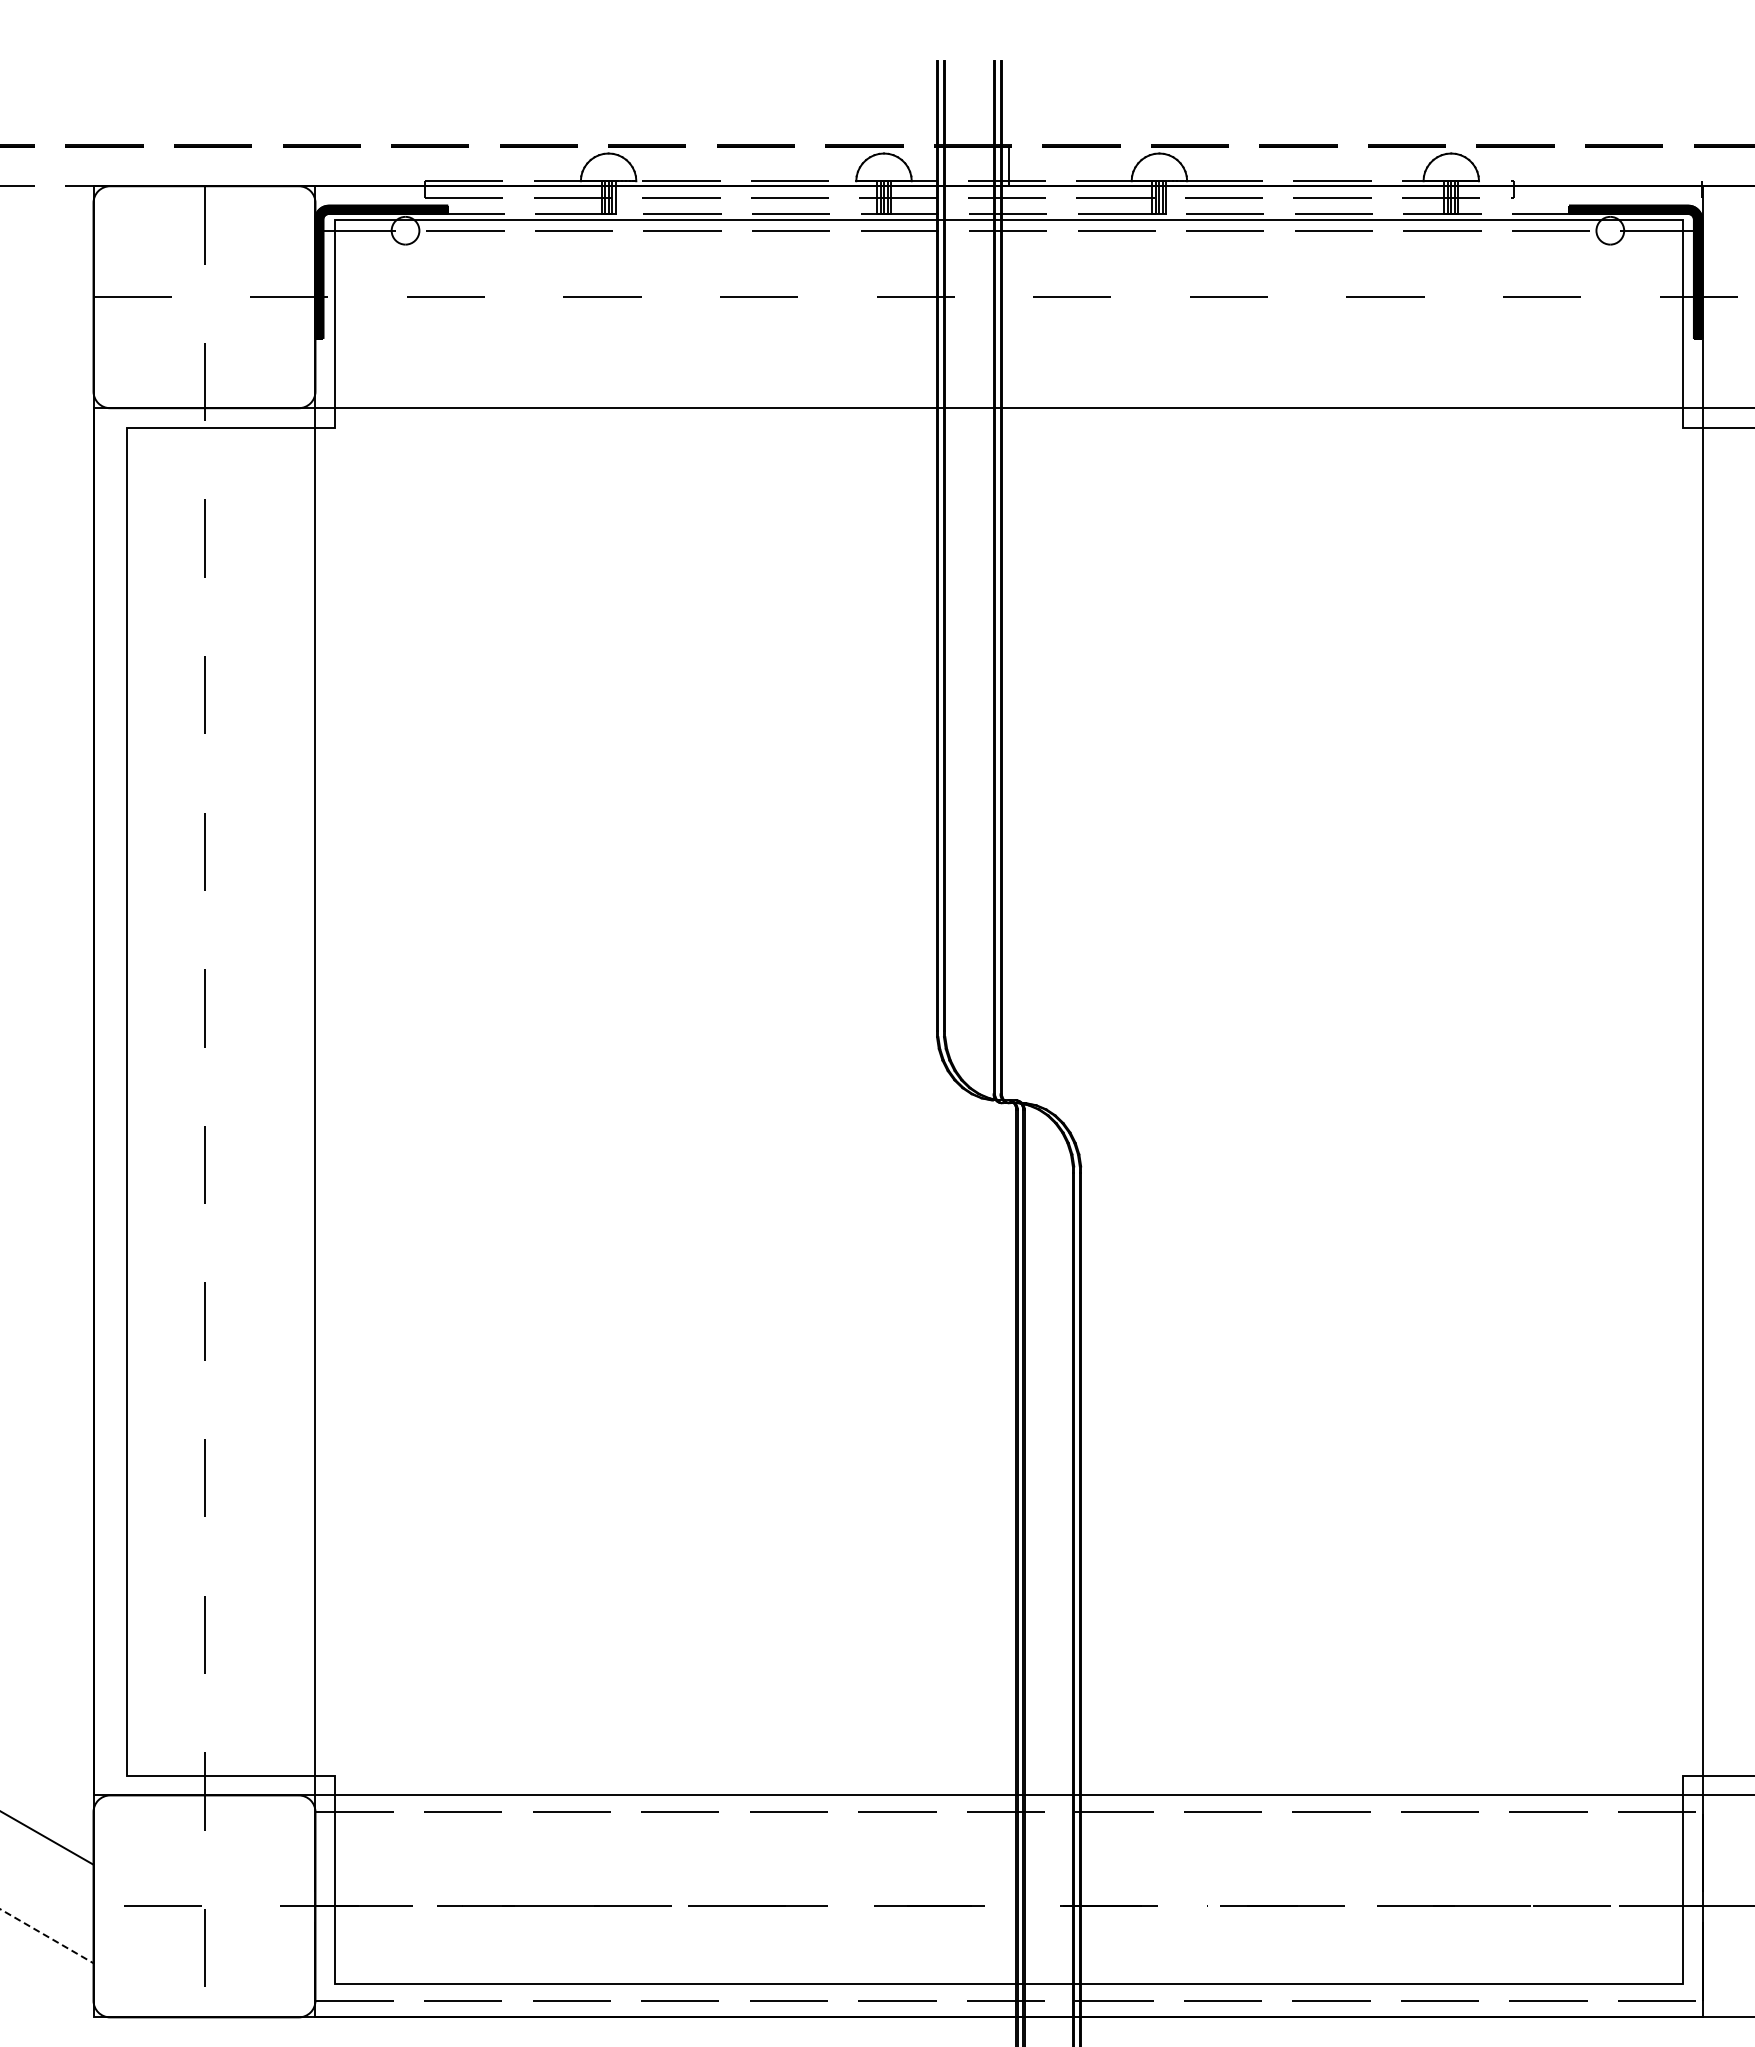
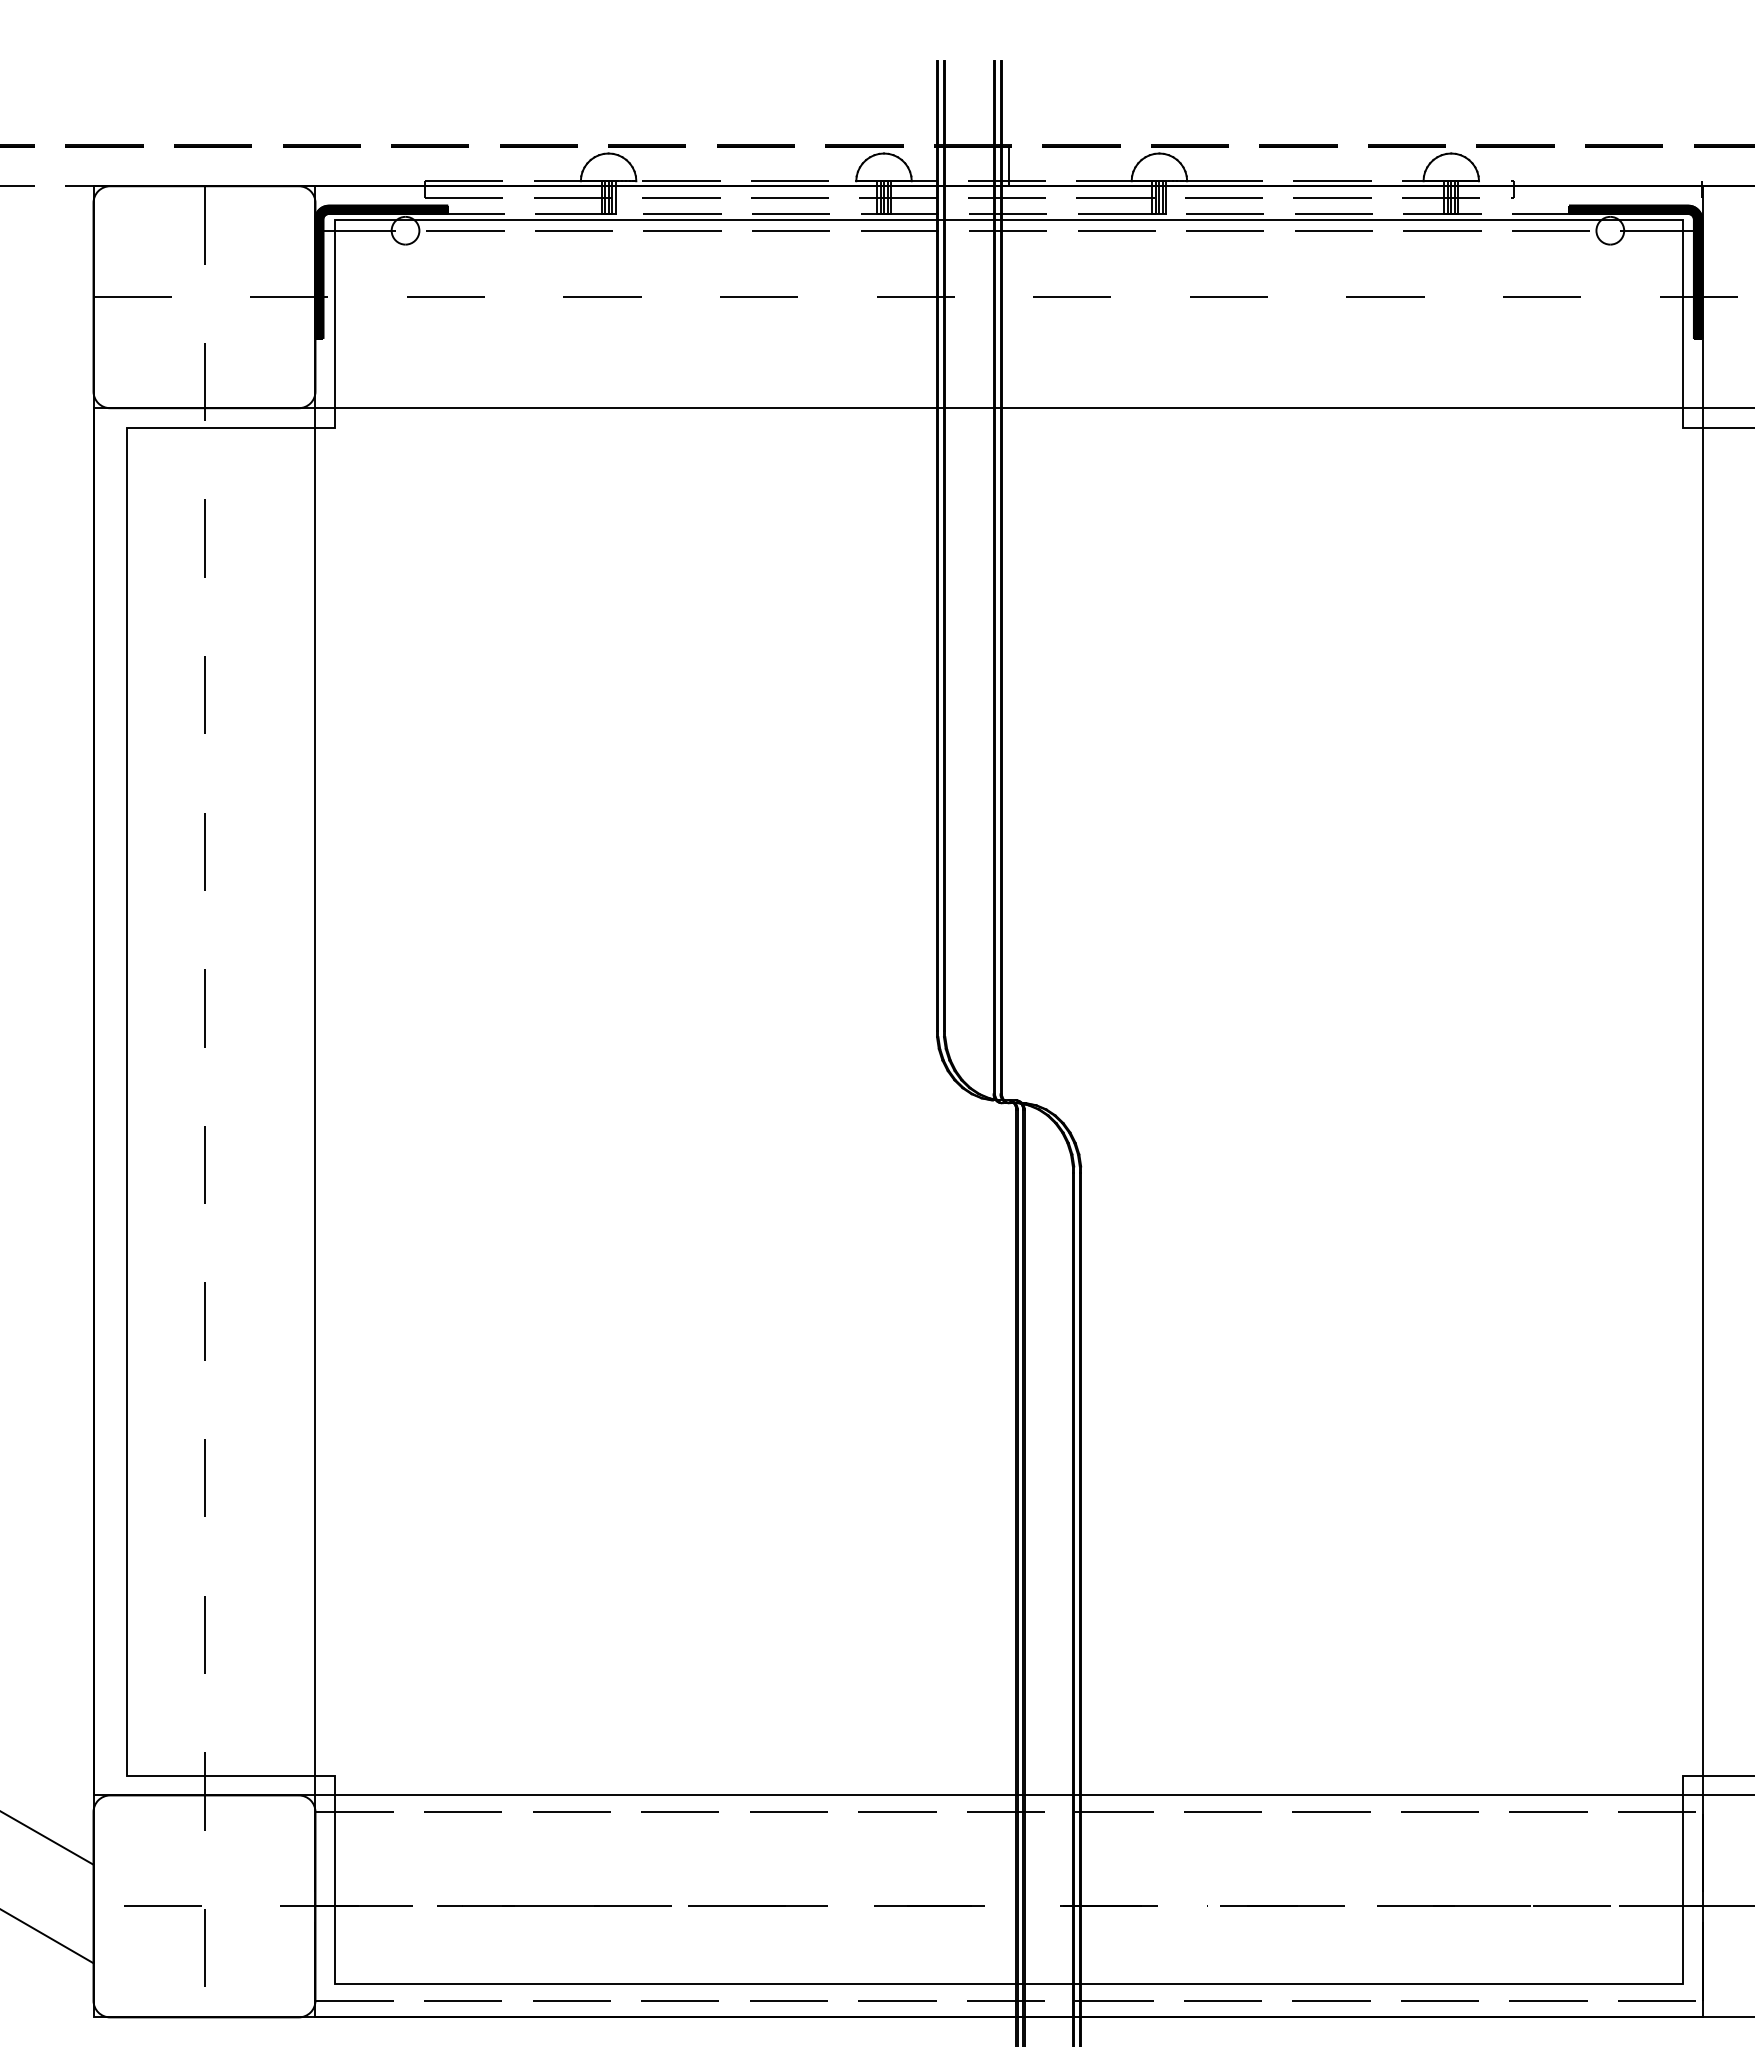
line at (46, 1936): dashed -> solid
